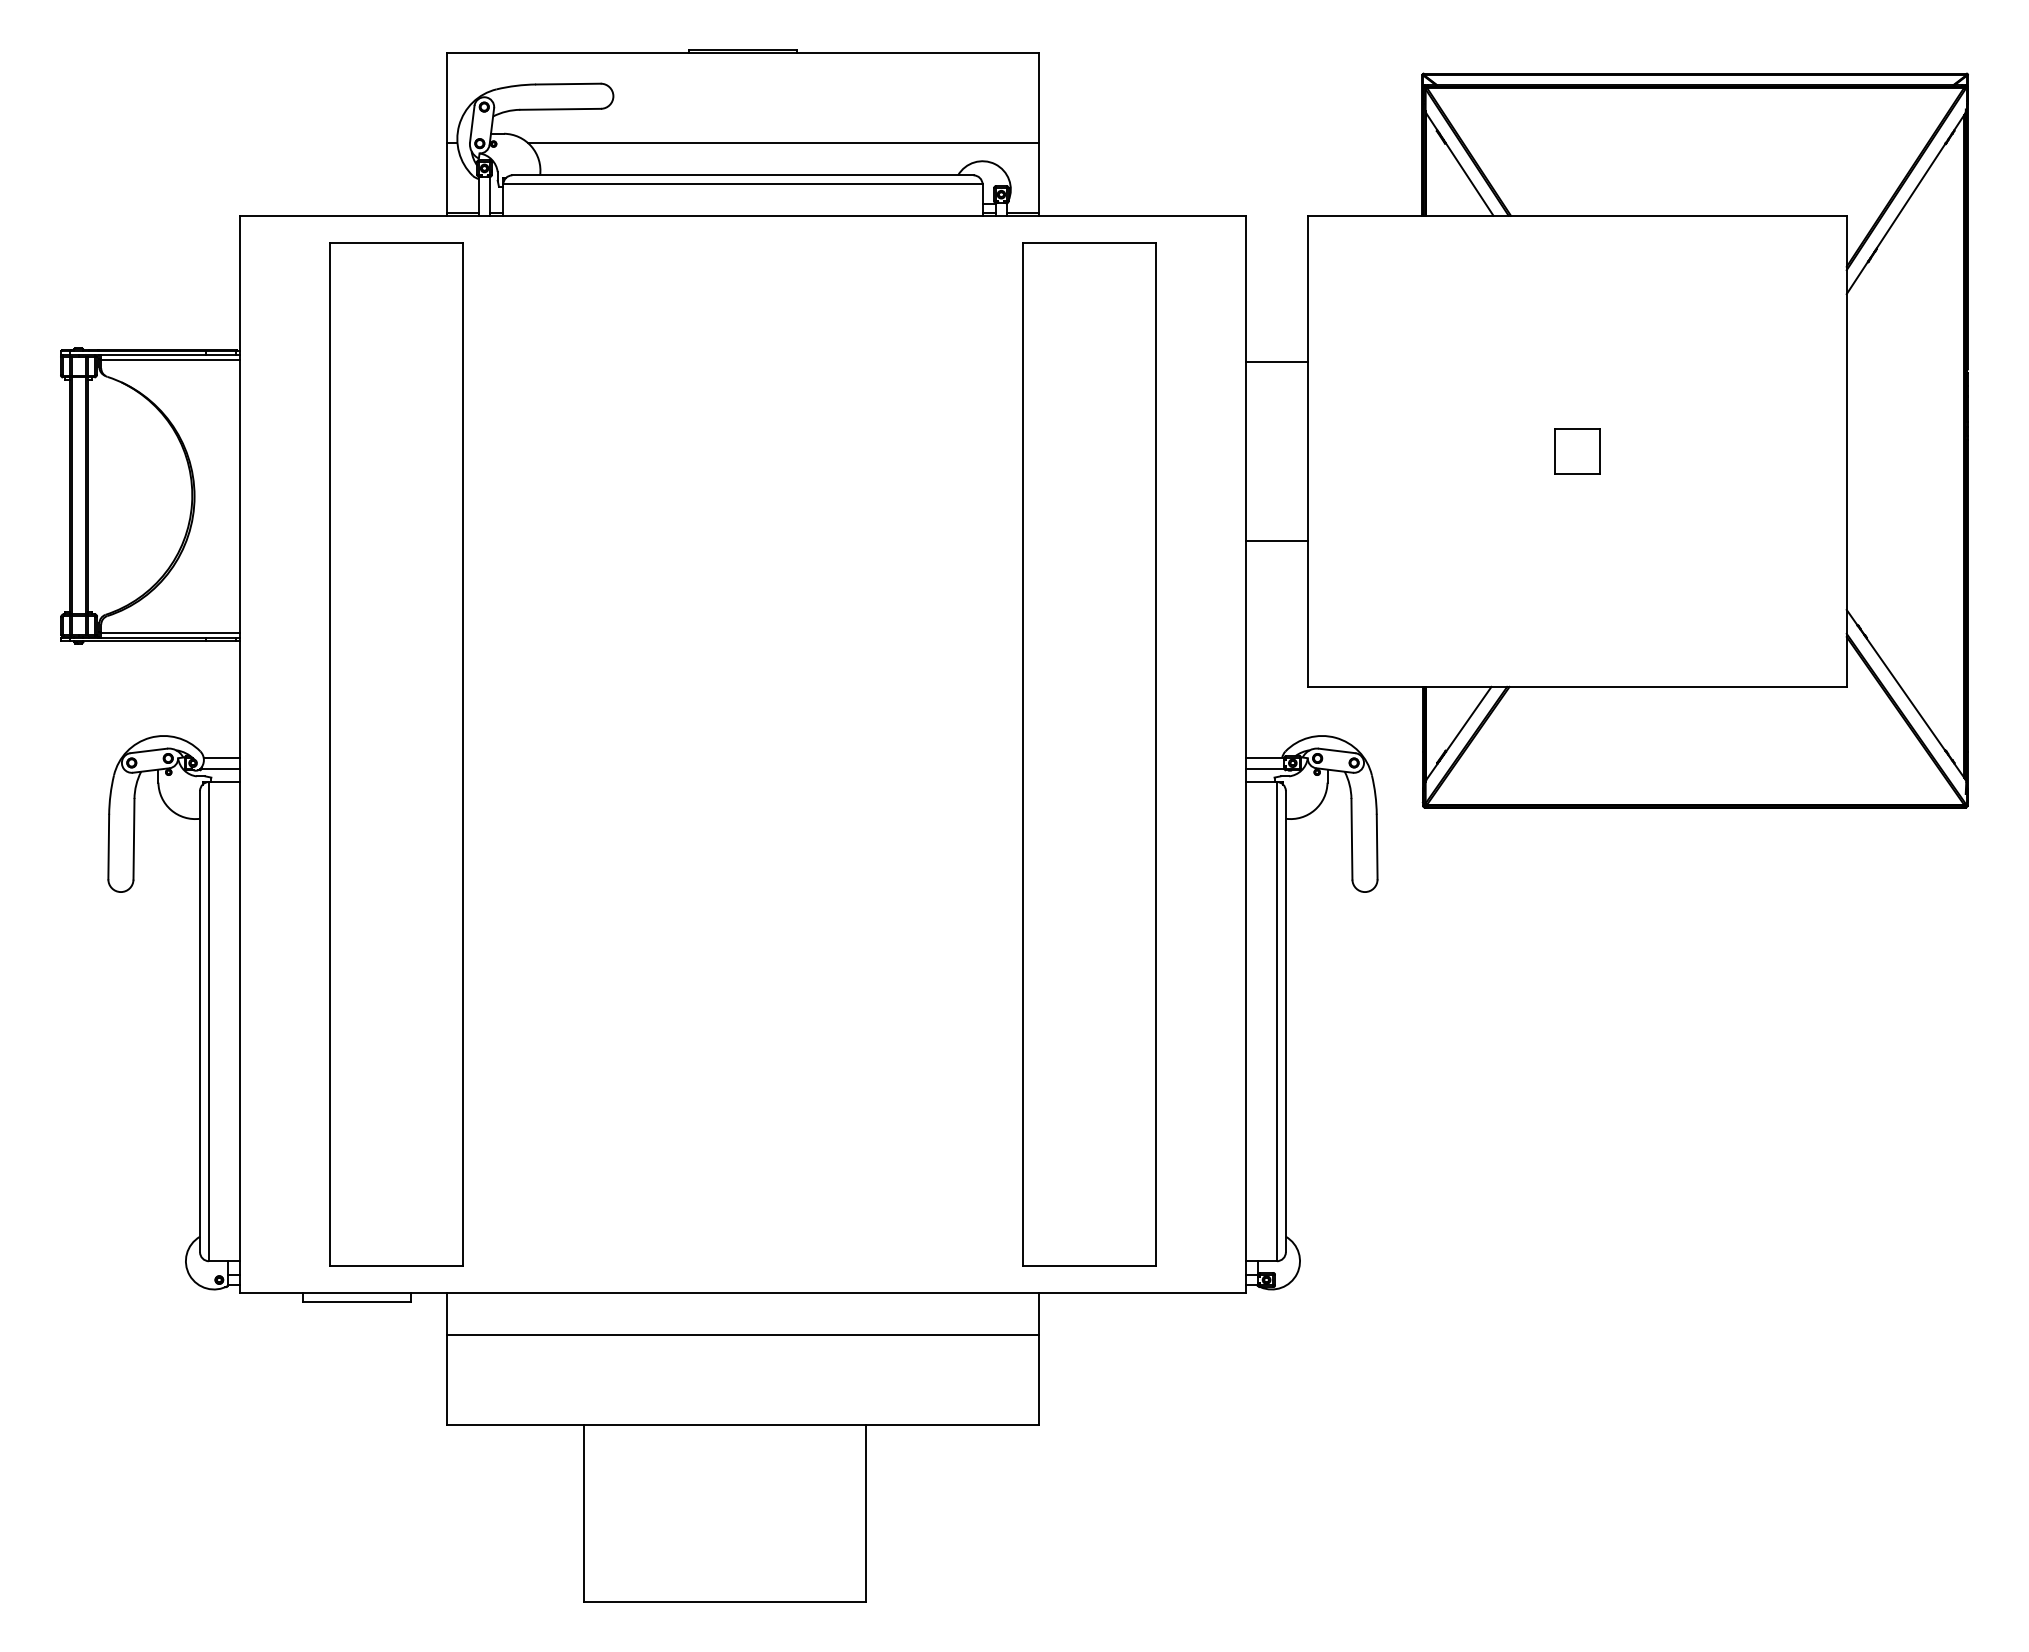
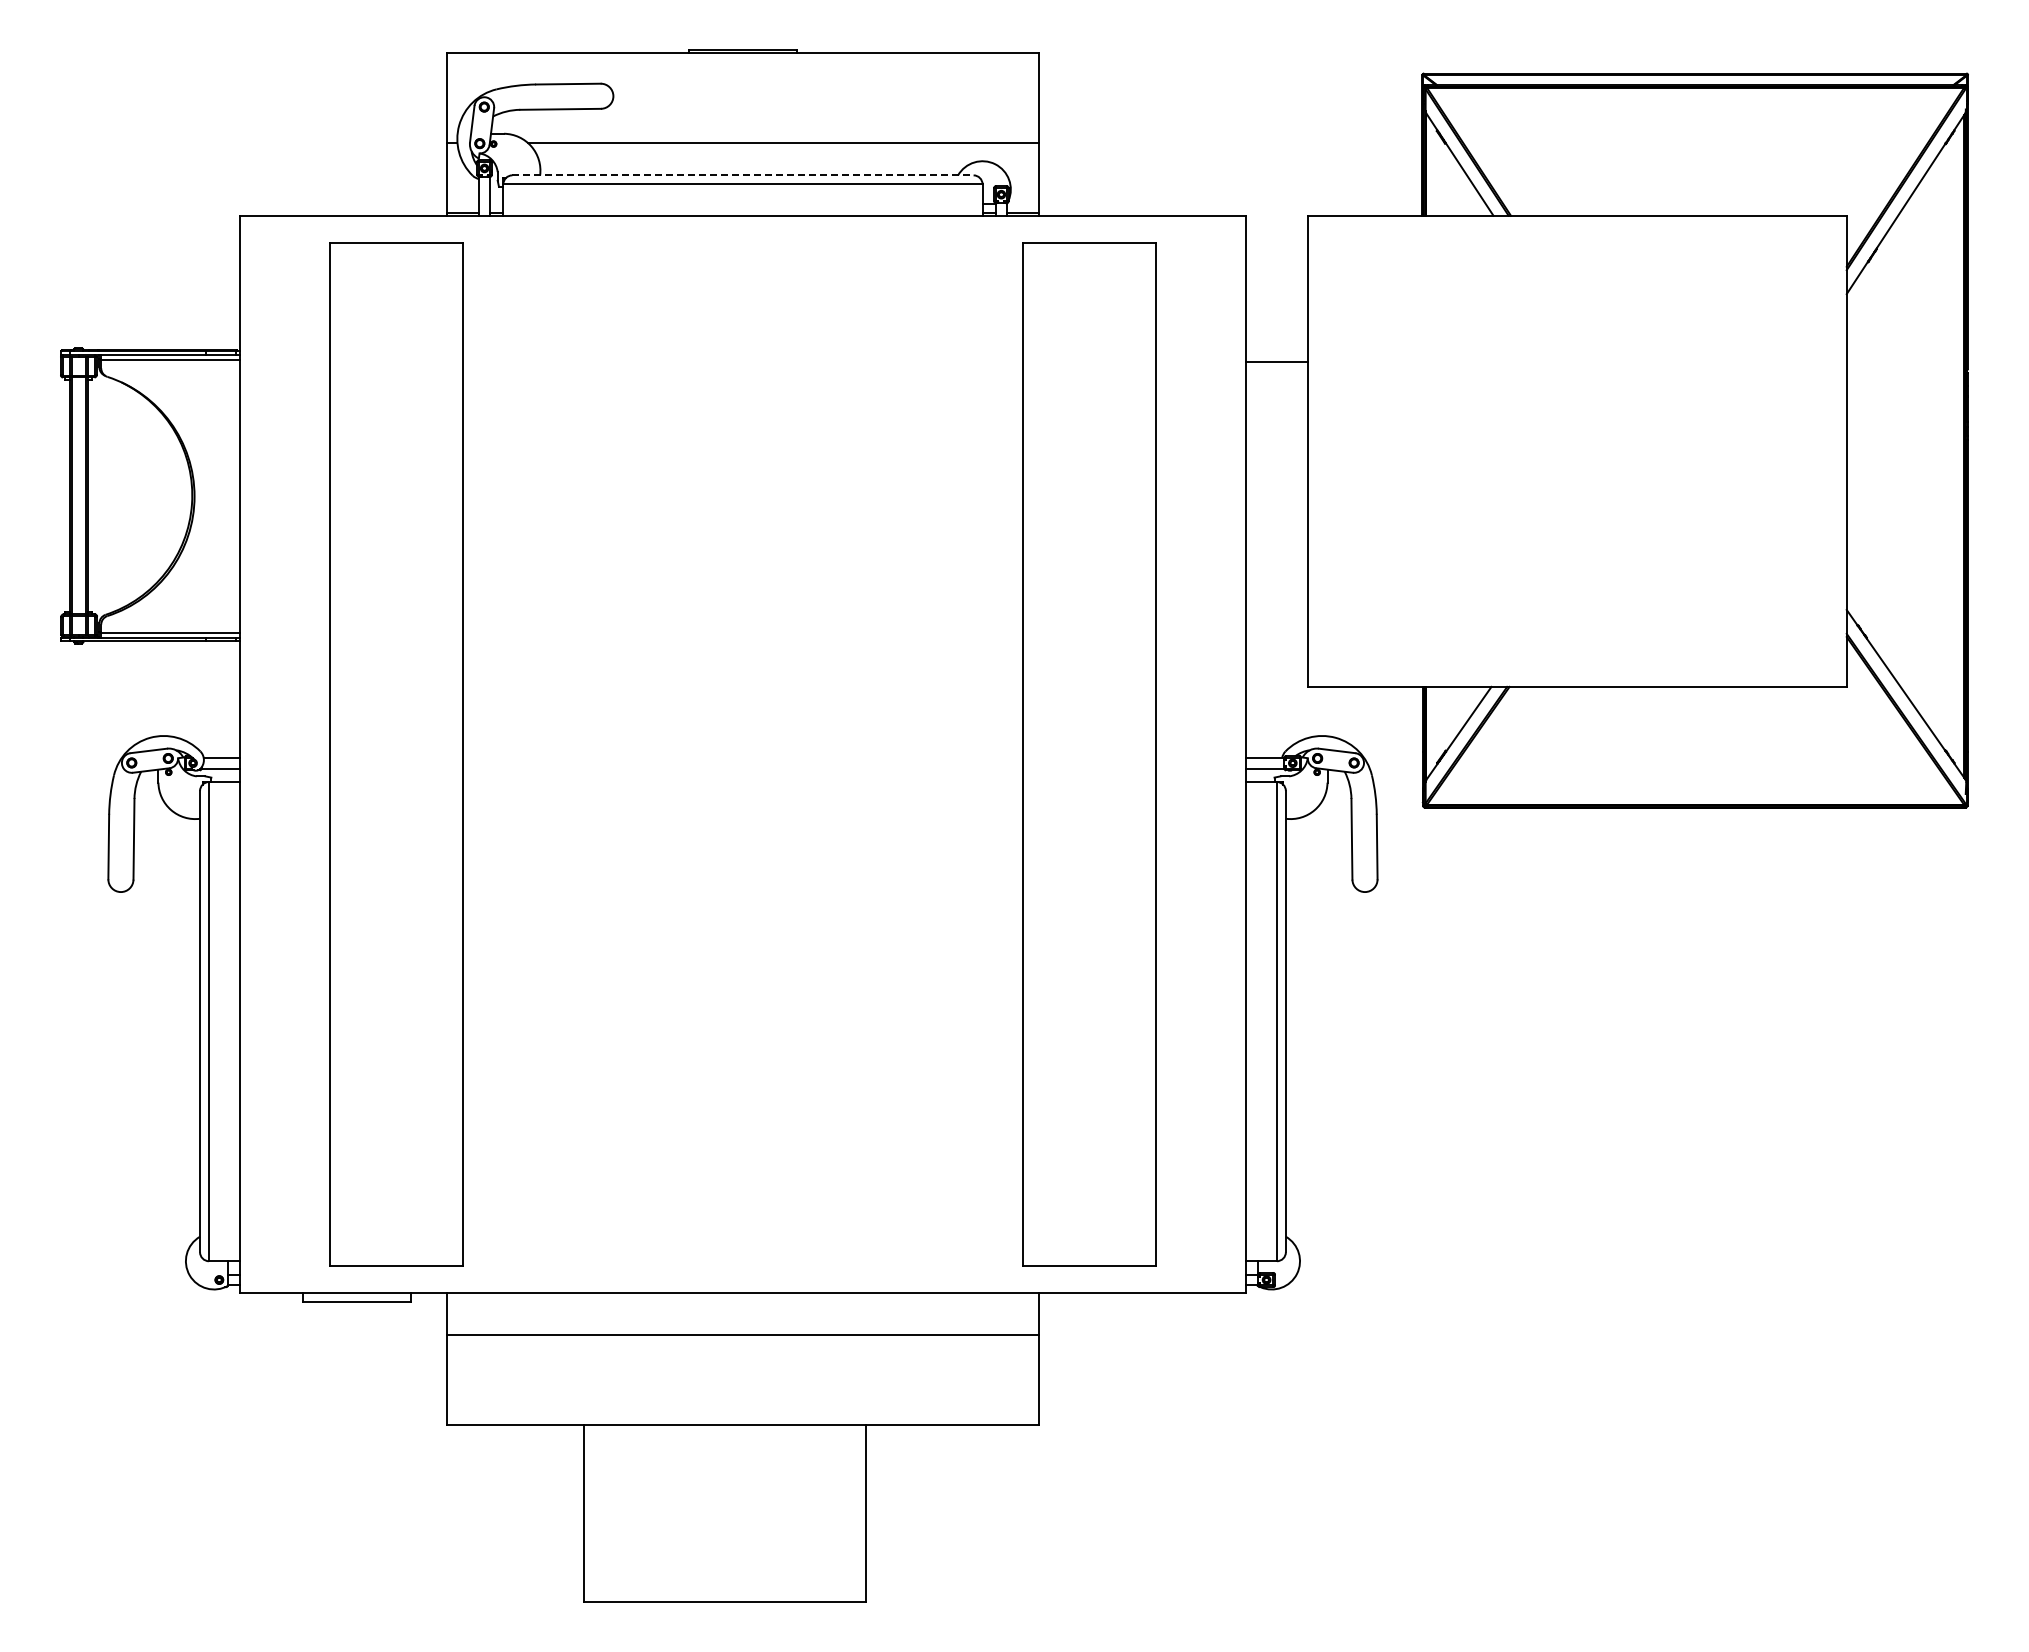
line at (742, 175): solid -> dashed
part at (1577, 451): present -> none
line at (1276, 541): present -> none
